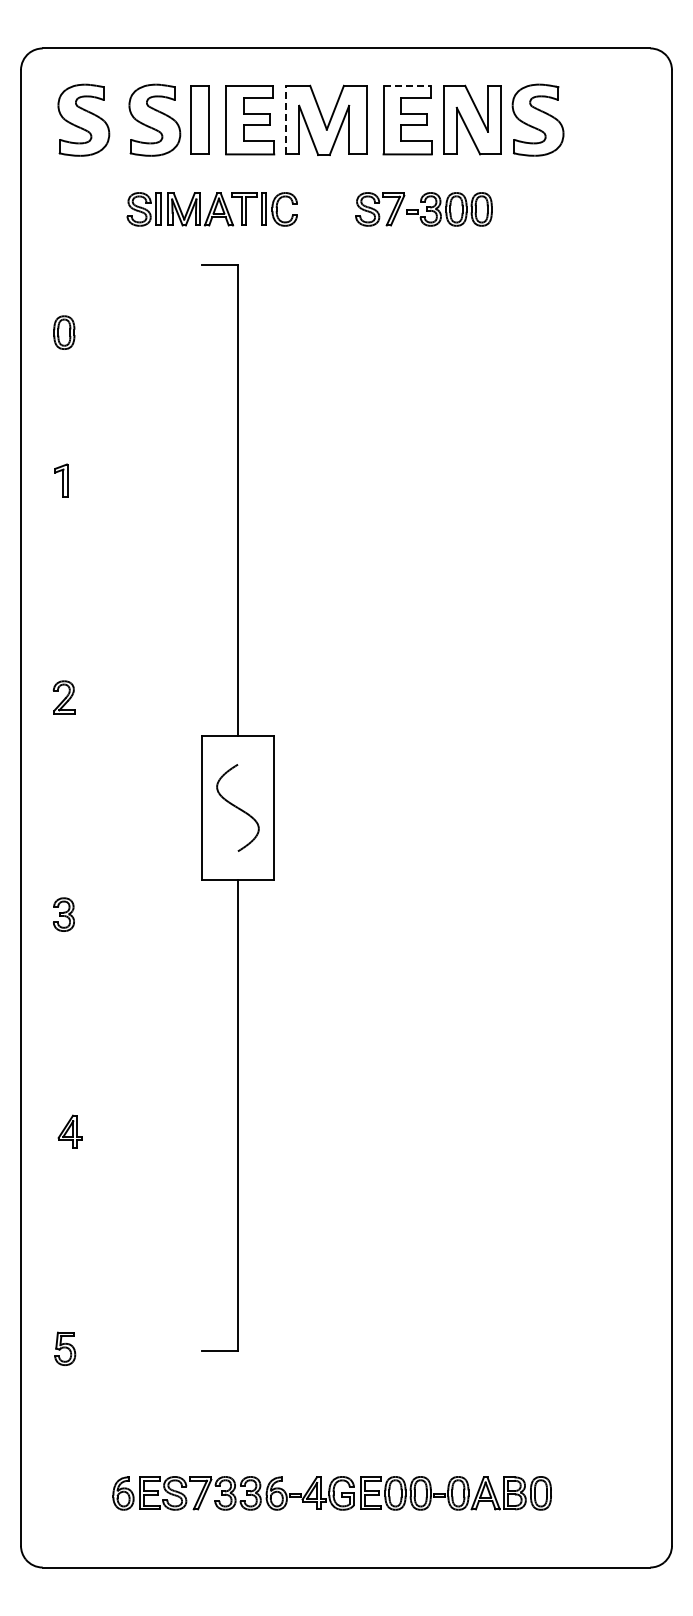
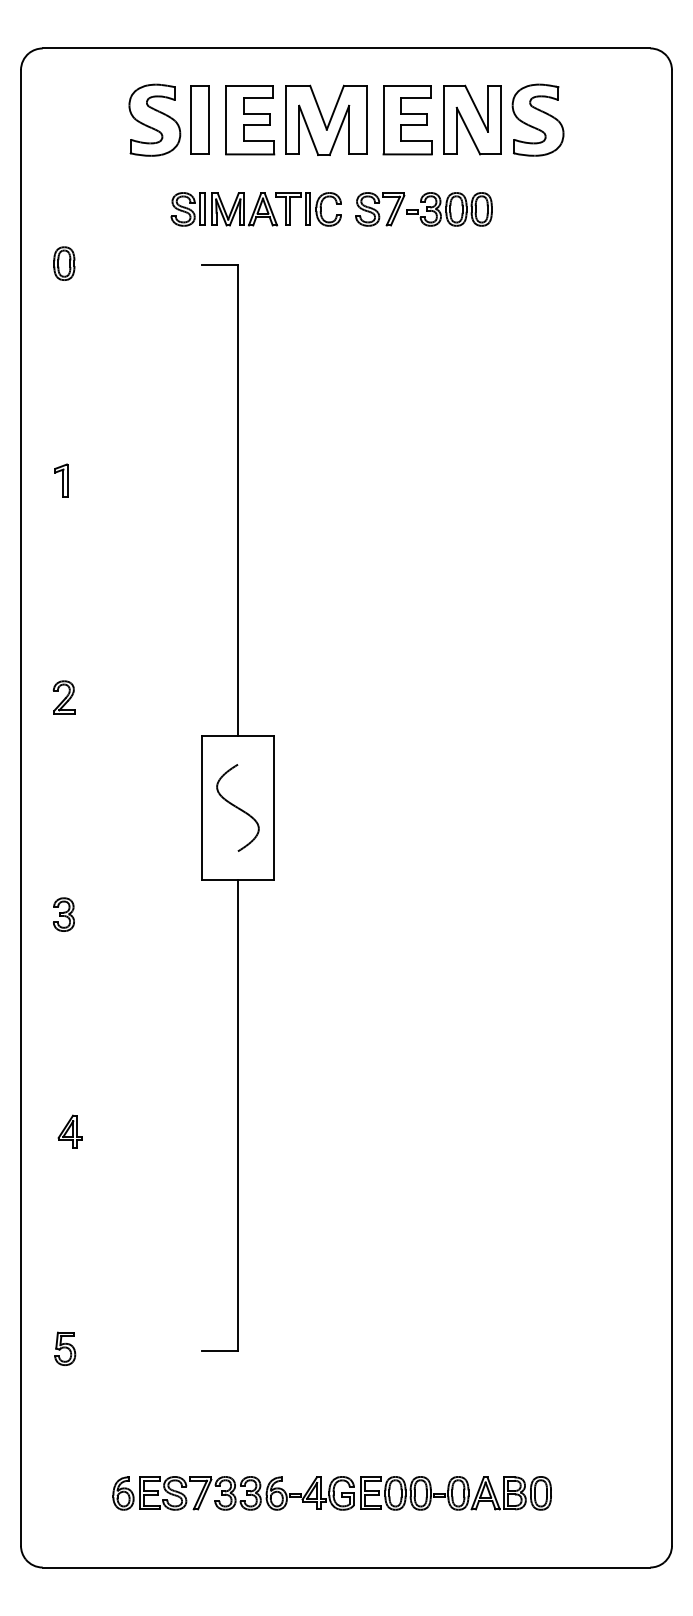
line at (407, 85): dashed -> solid
part at (83, 119): present -> none
line at (286, 119): dashed -> solid
part at (211, 209) position: (211, 209) -> (255, 209)
part at (64, 332) position: (64, 332) -> (64, 263)
